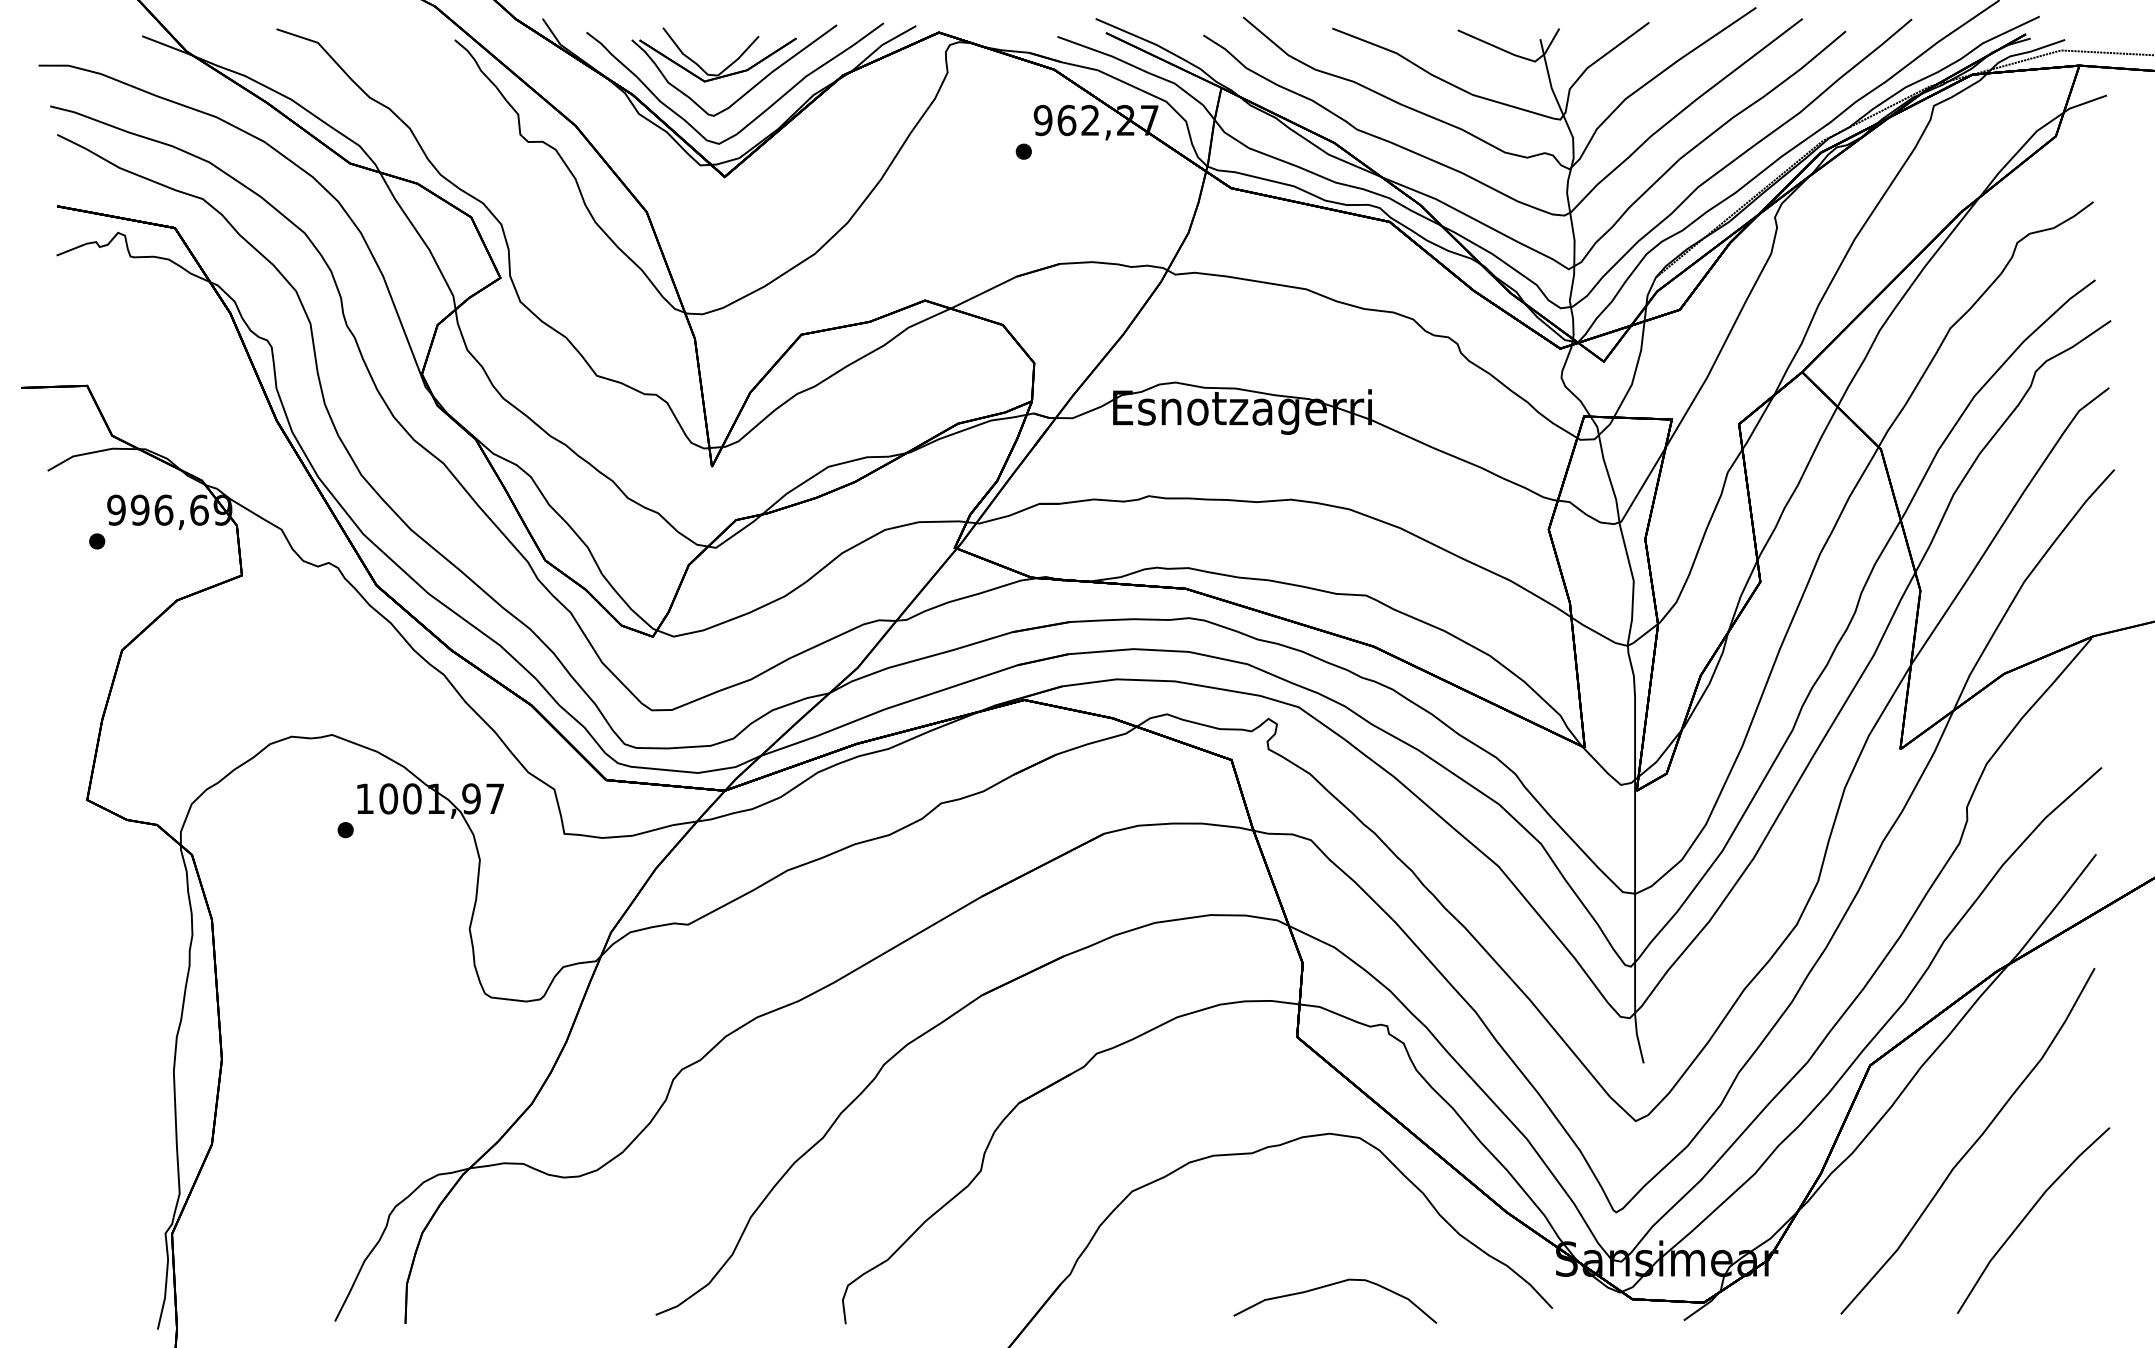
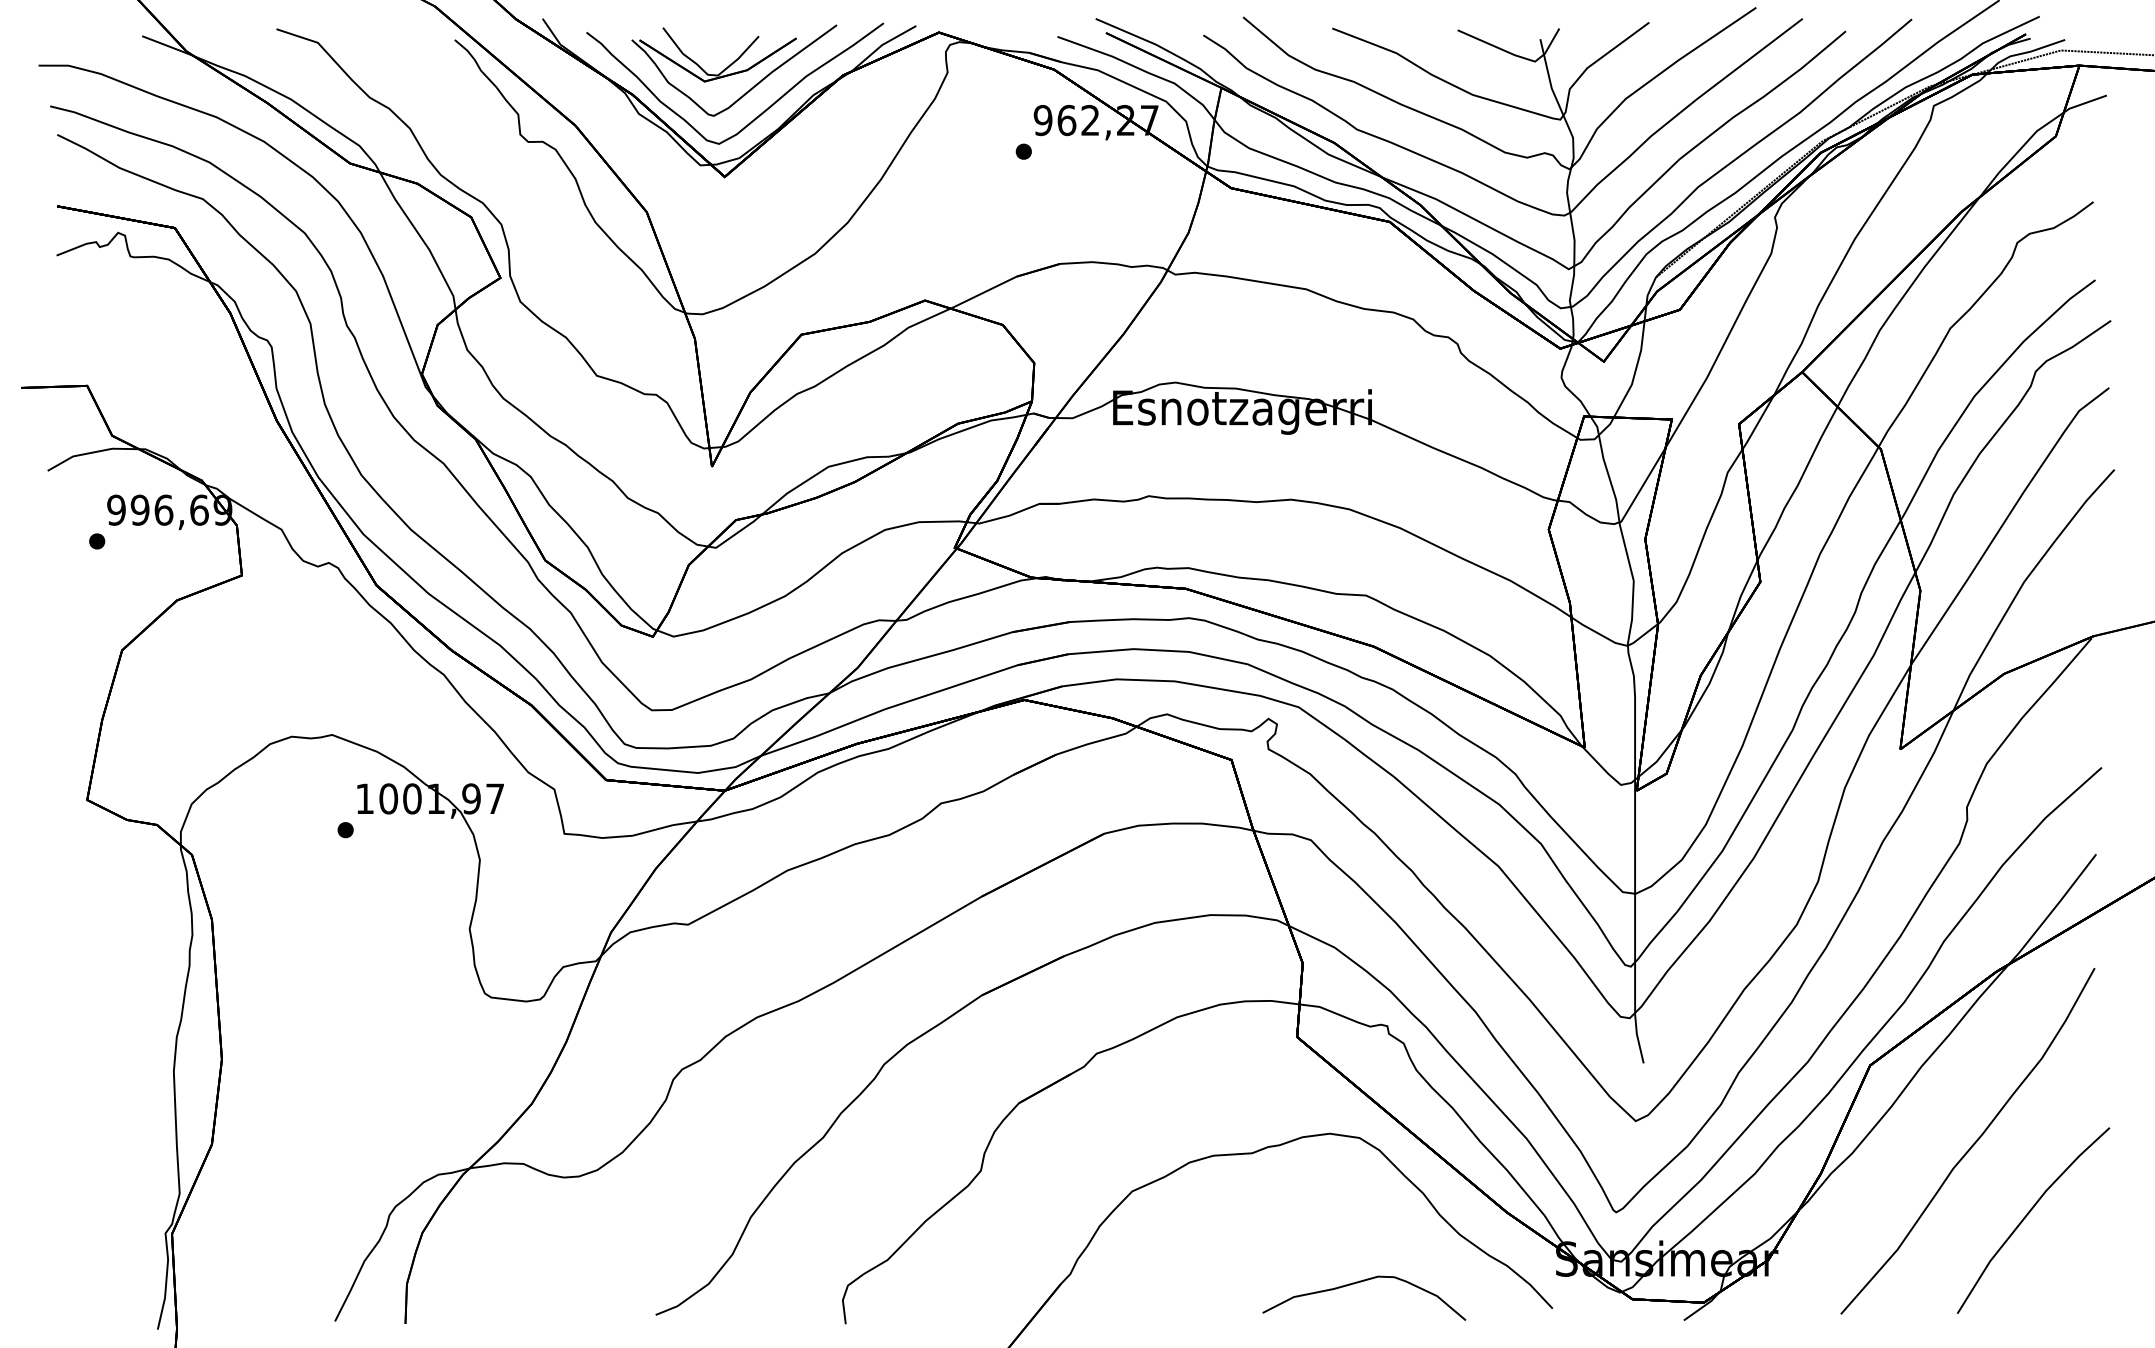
curve at (1332, 1285) position: (1332, 1285) -> (1361, 1282)
